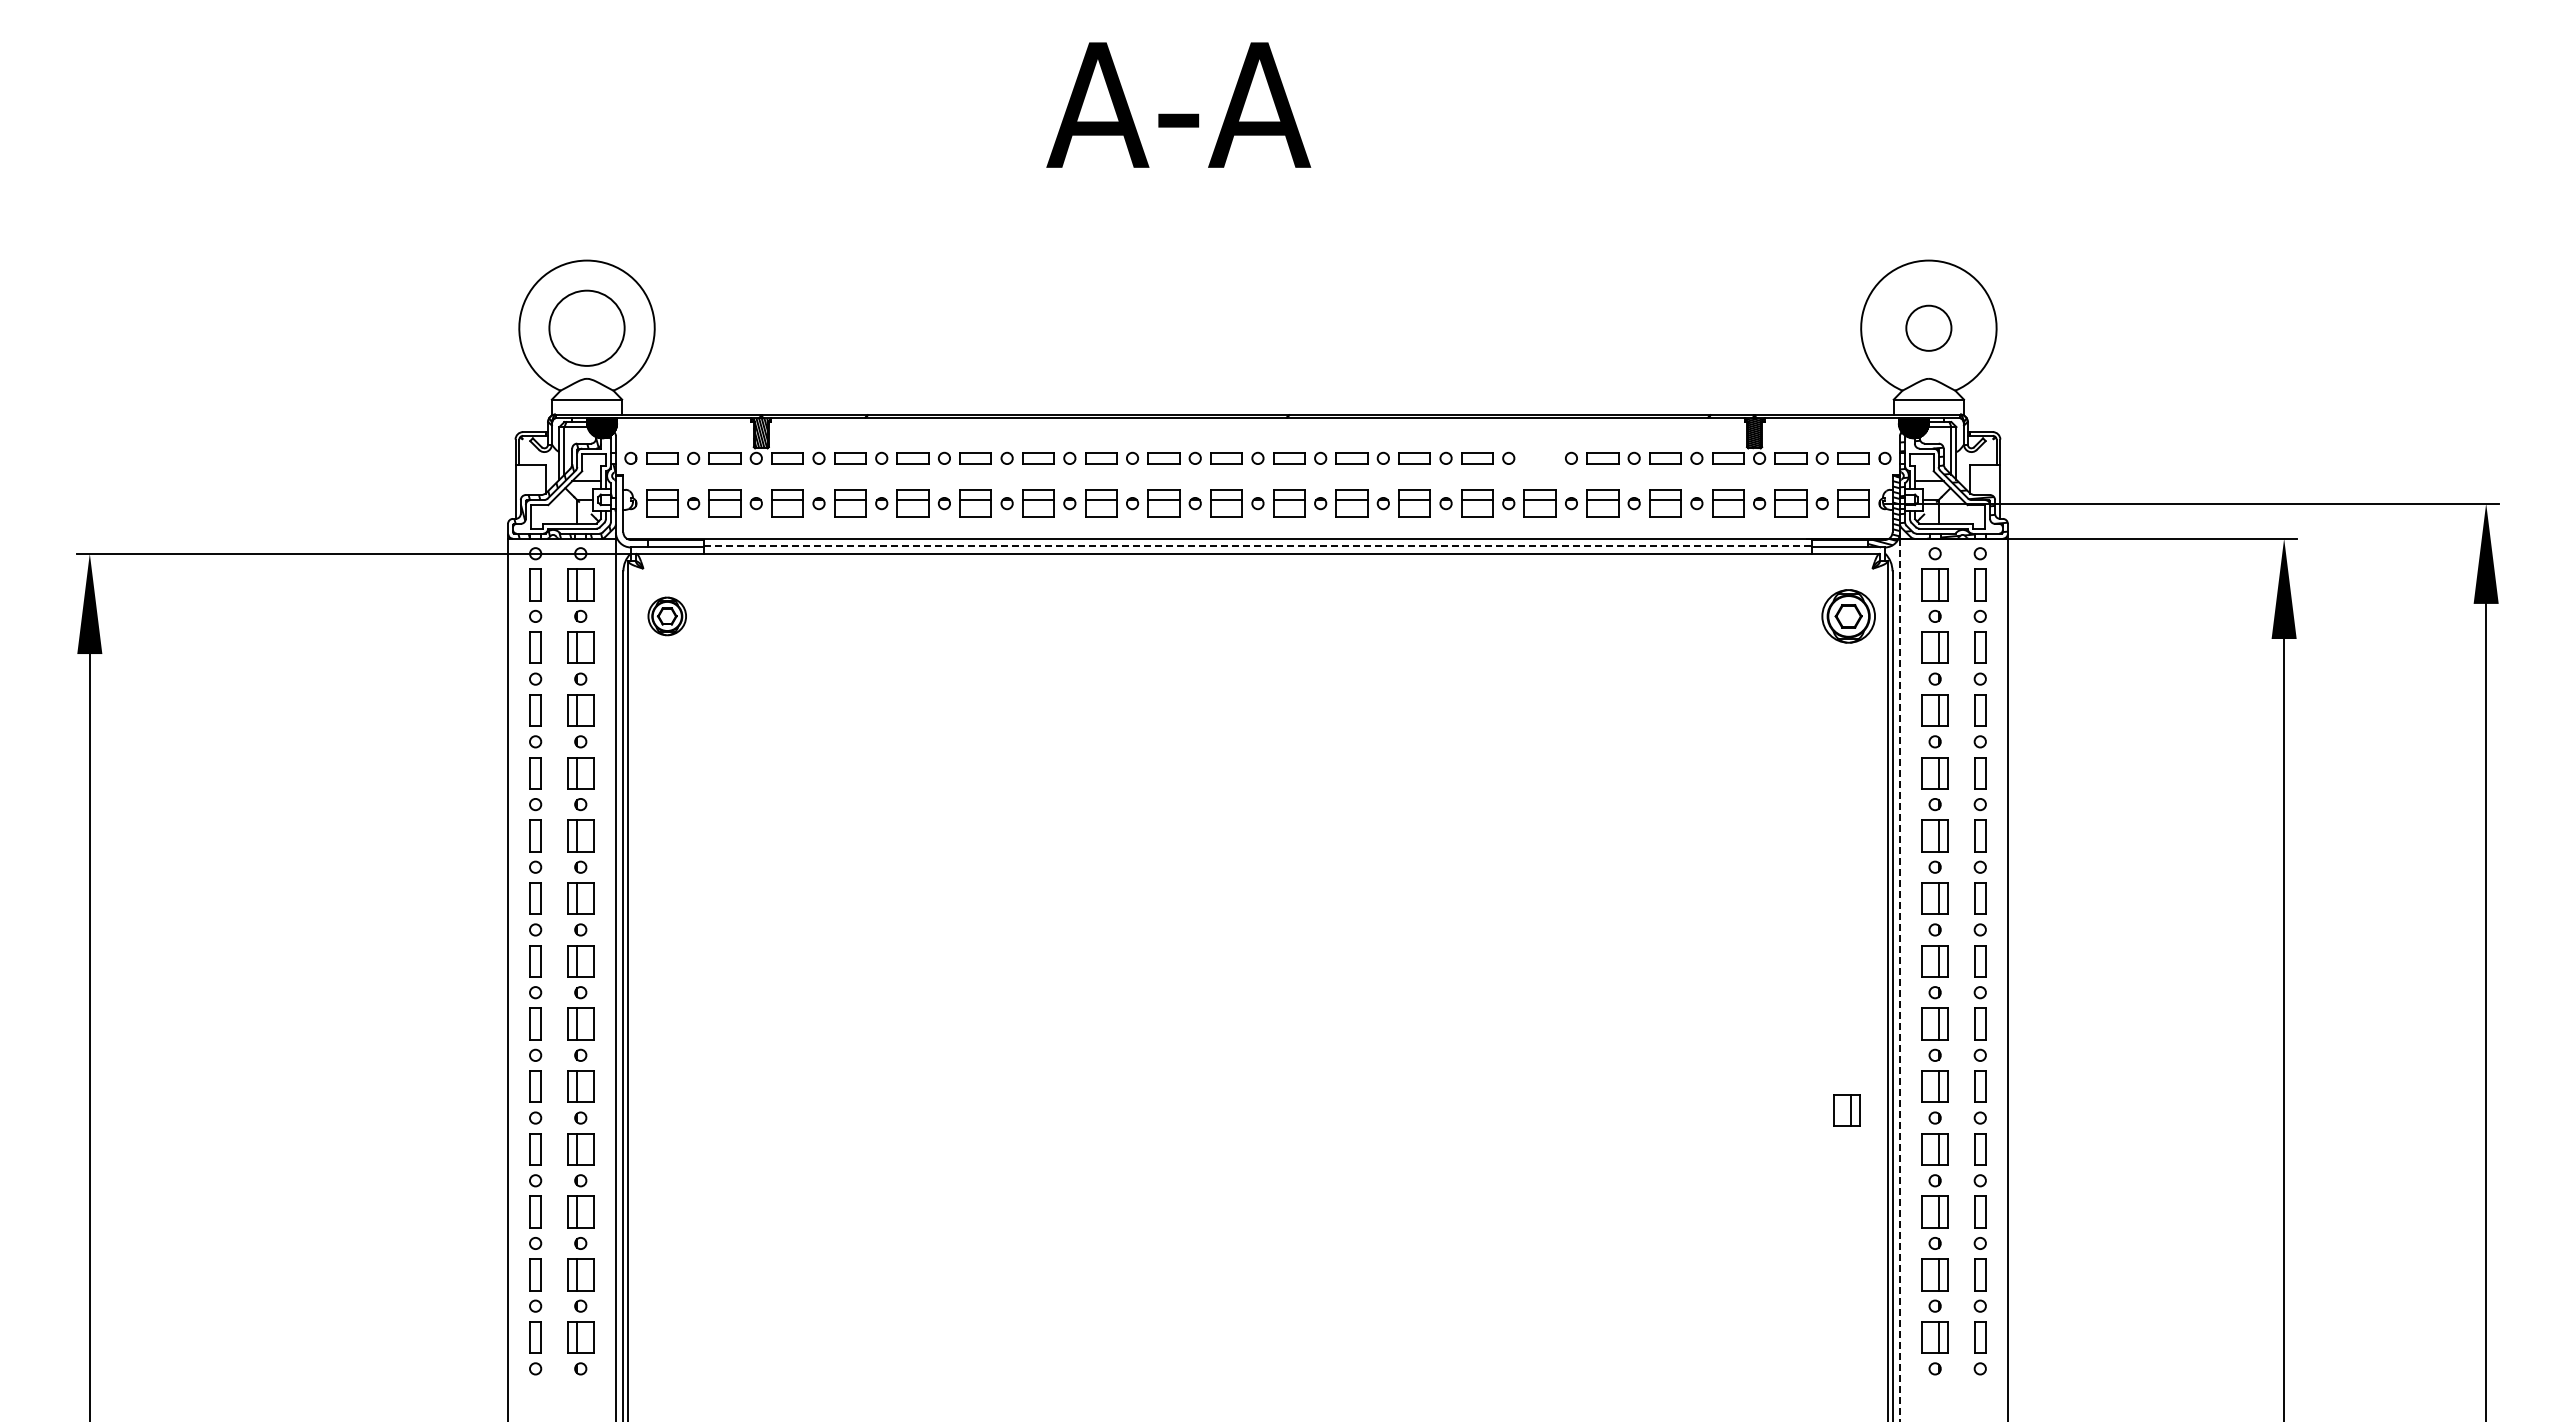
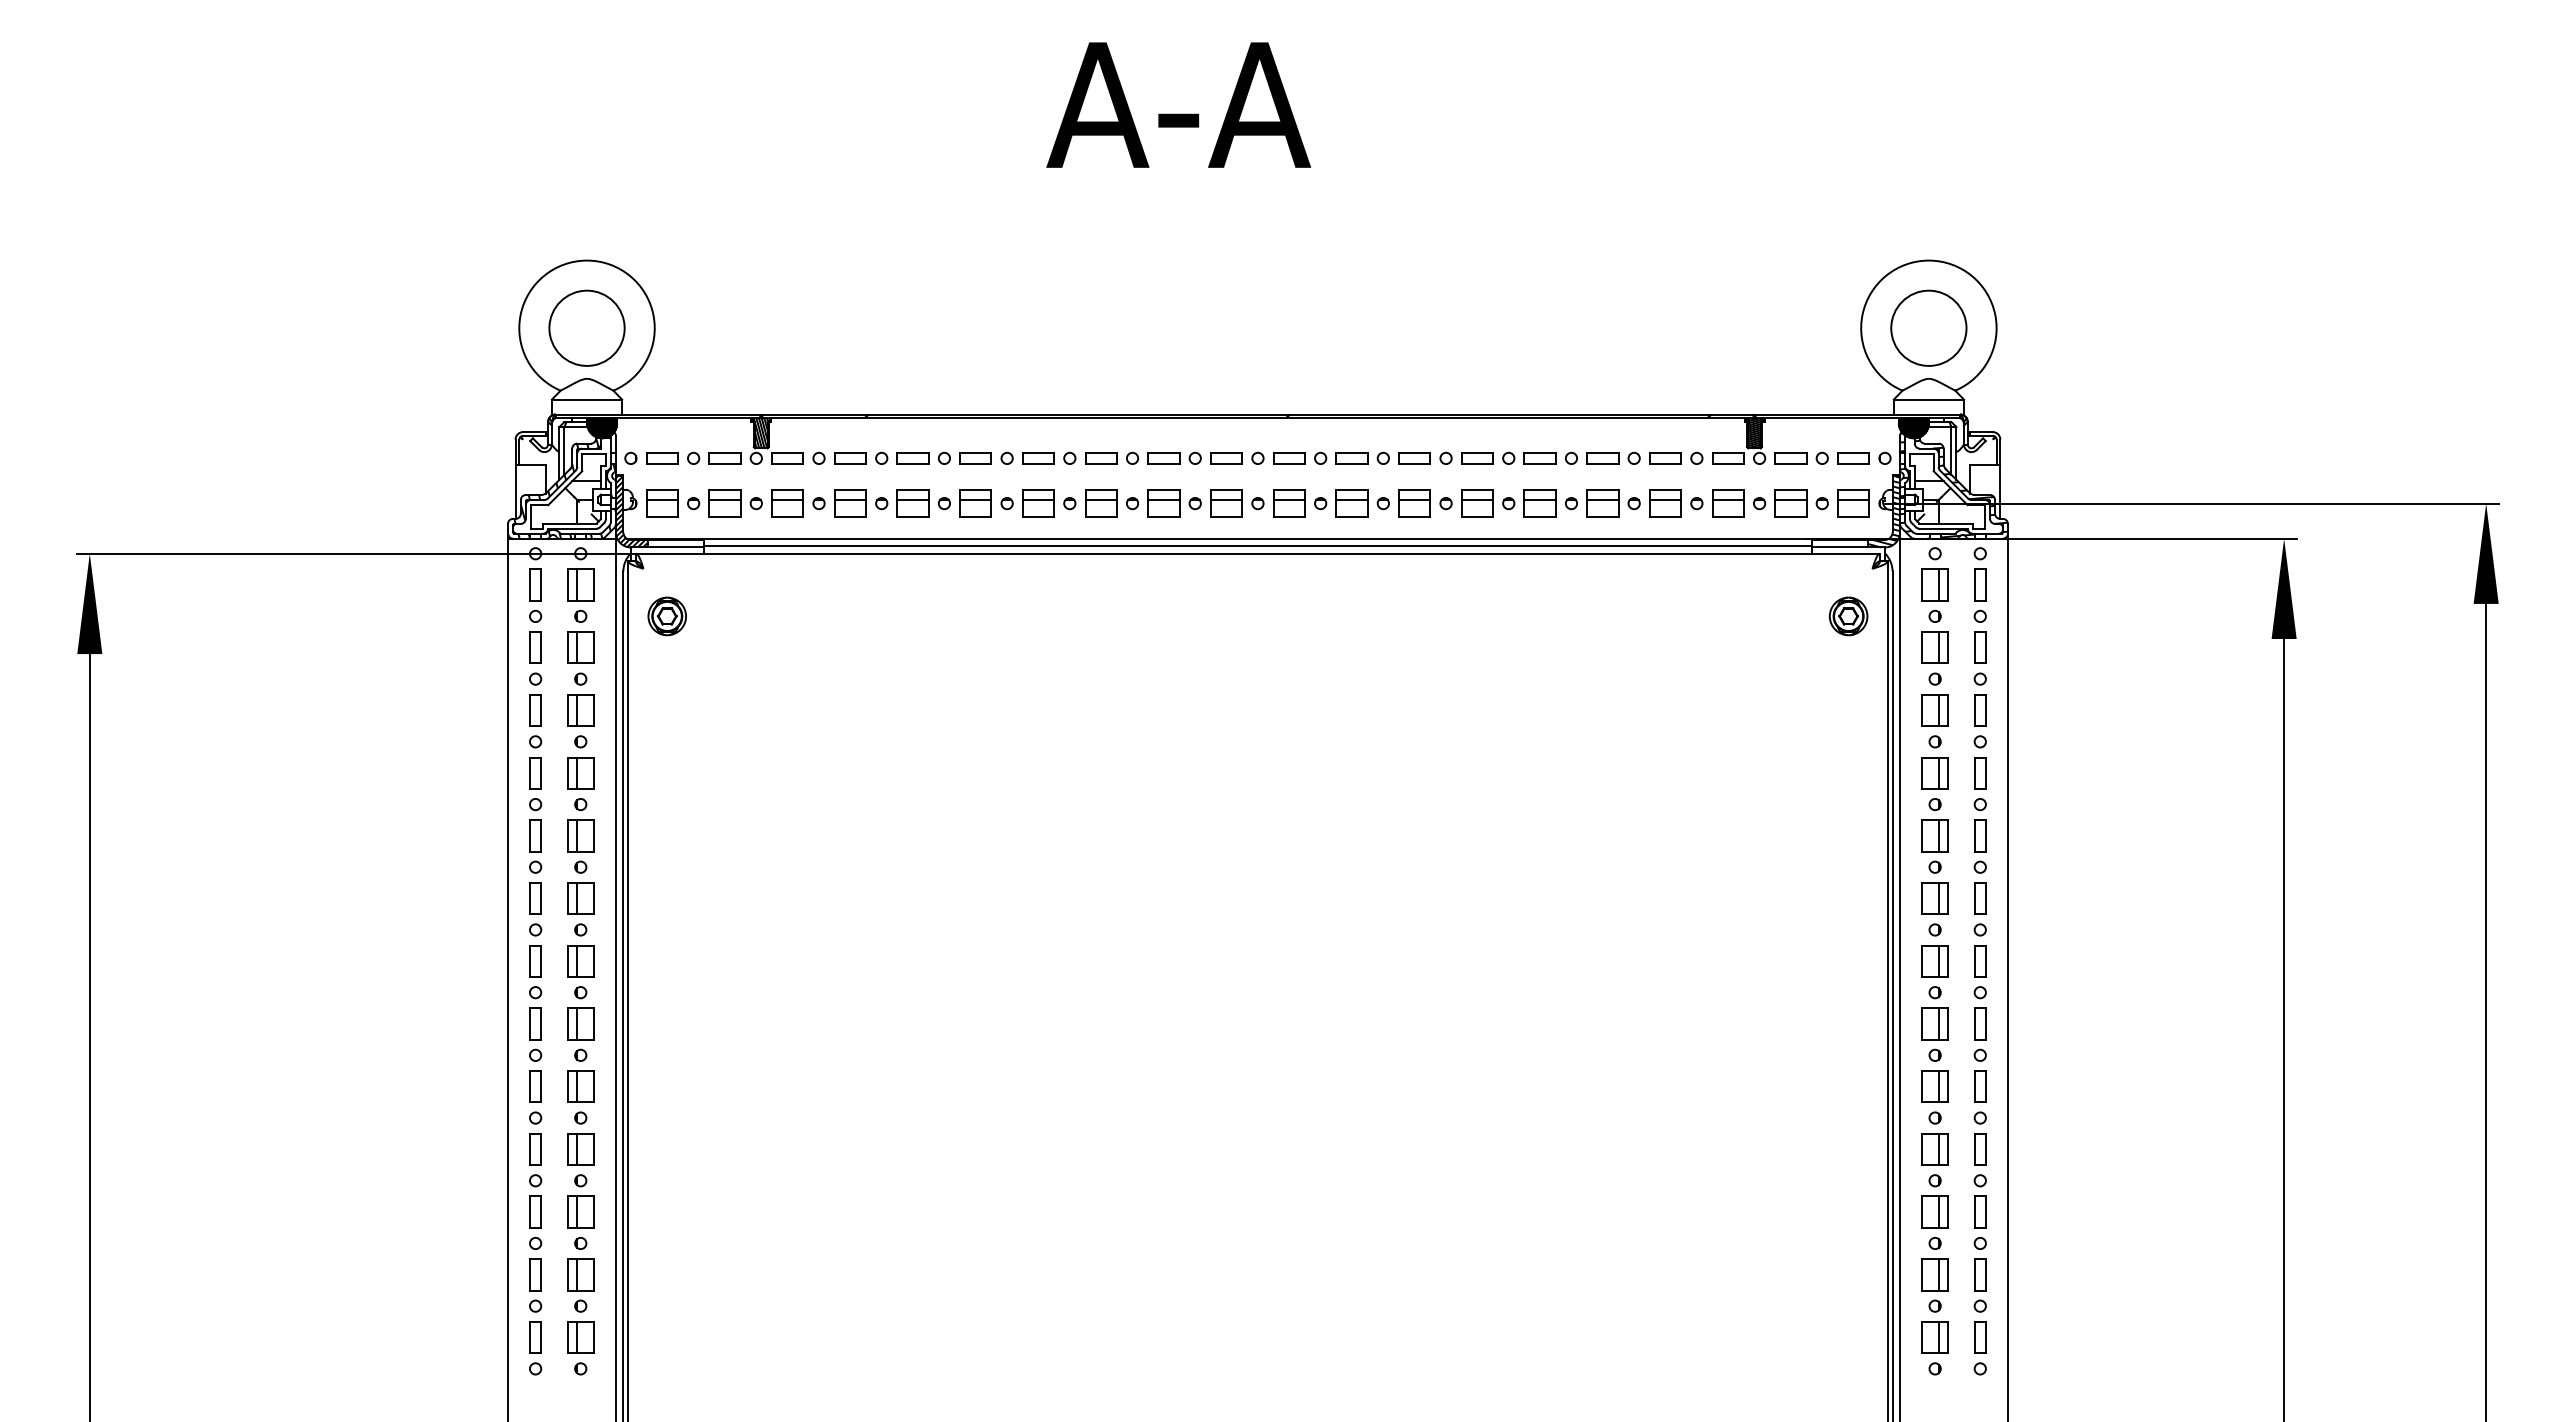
circle at (1928, 327) diameter: 45 px -> 75 px
part at (1539, 458): none -> present
hatch at (631, 511): none -> present
line at (1258, 546): dashed -> solid
part at (1848, 616) size: 55x55 px -> 41x41 px
line at (1900, 980): dashed -> solid
part at (1846, 1110): present -> none
